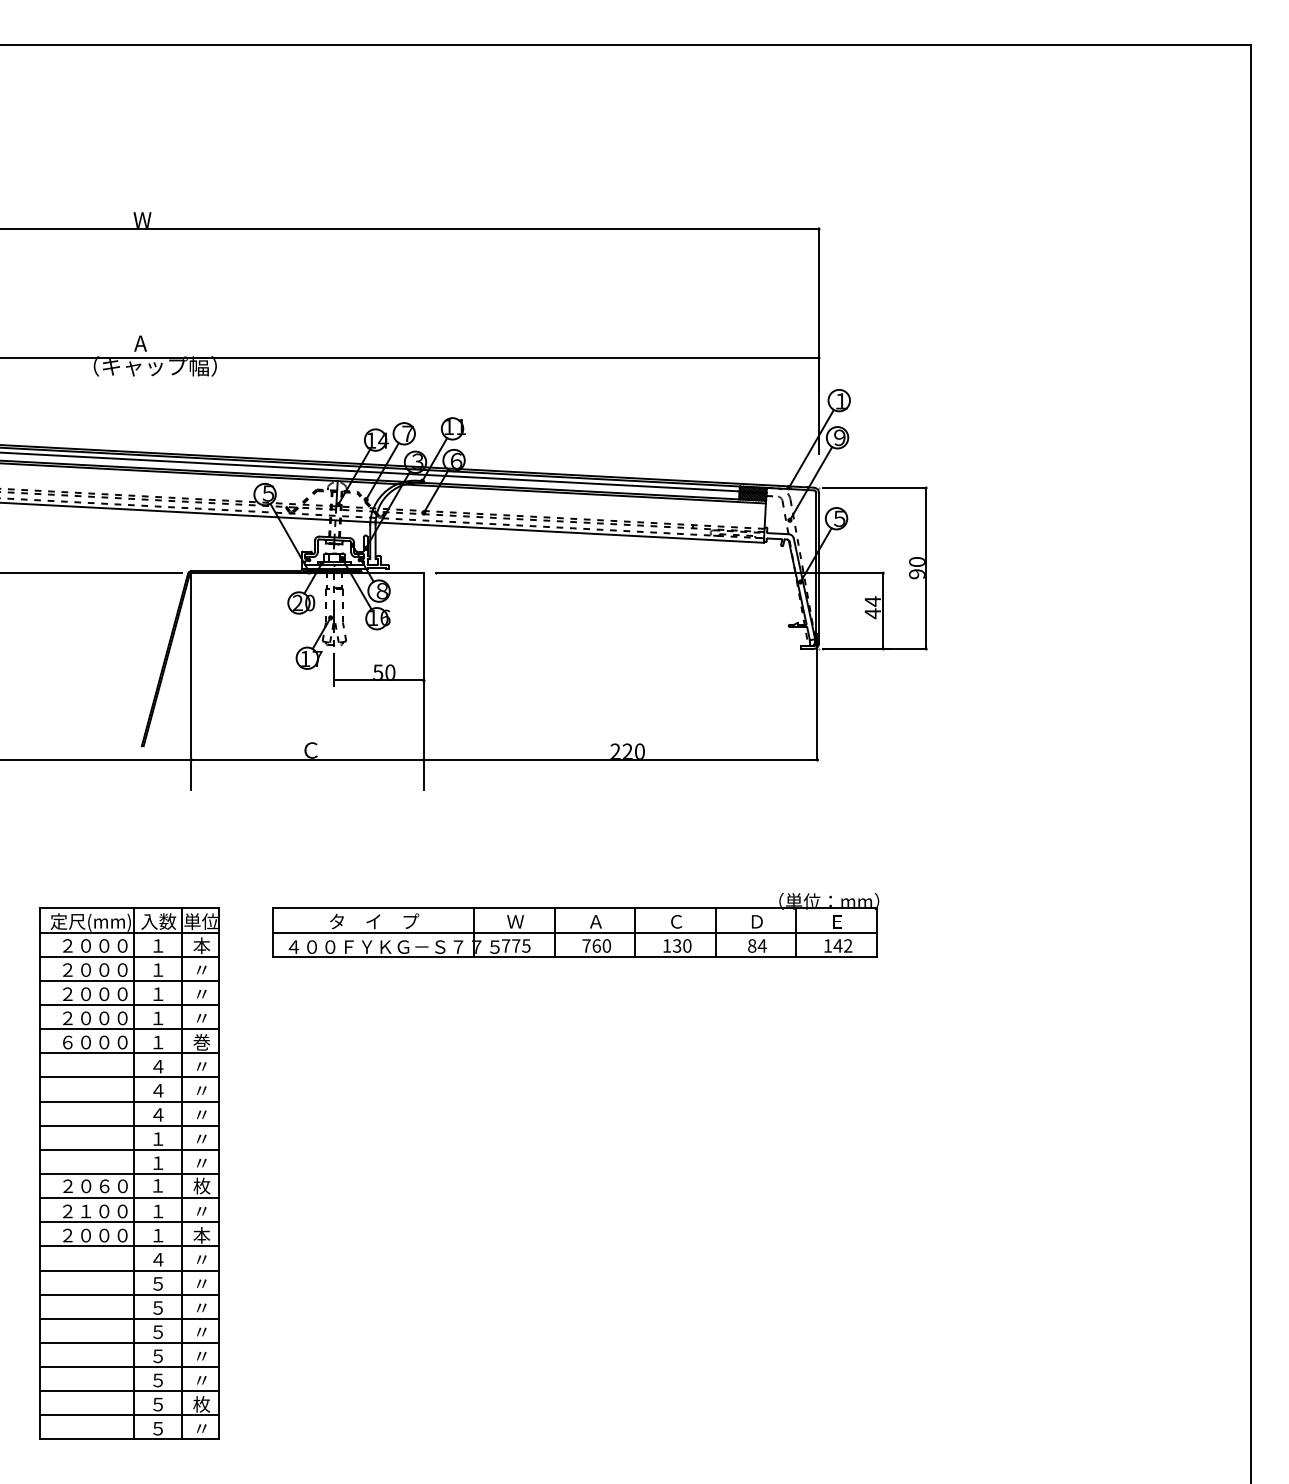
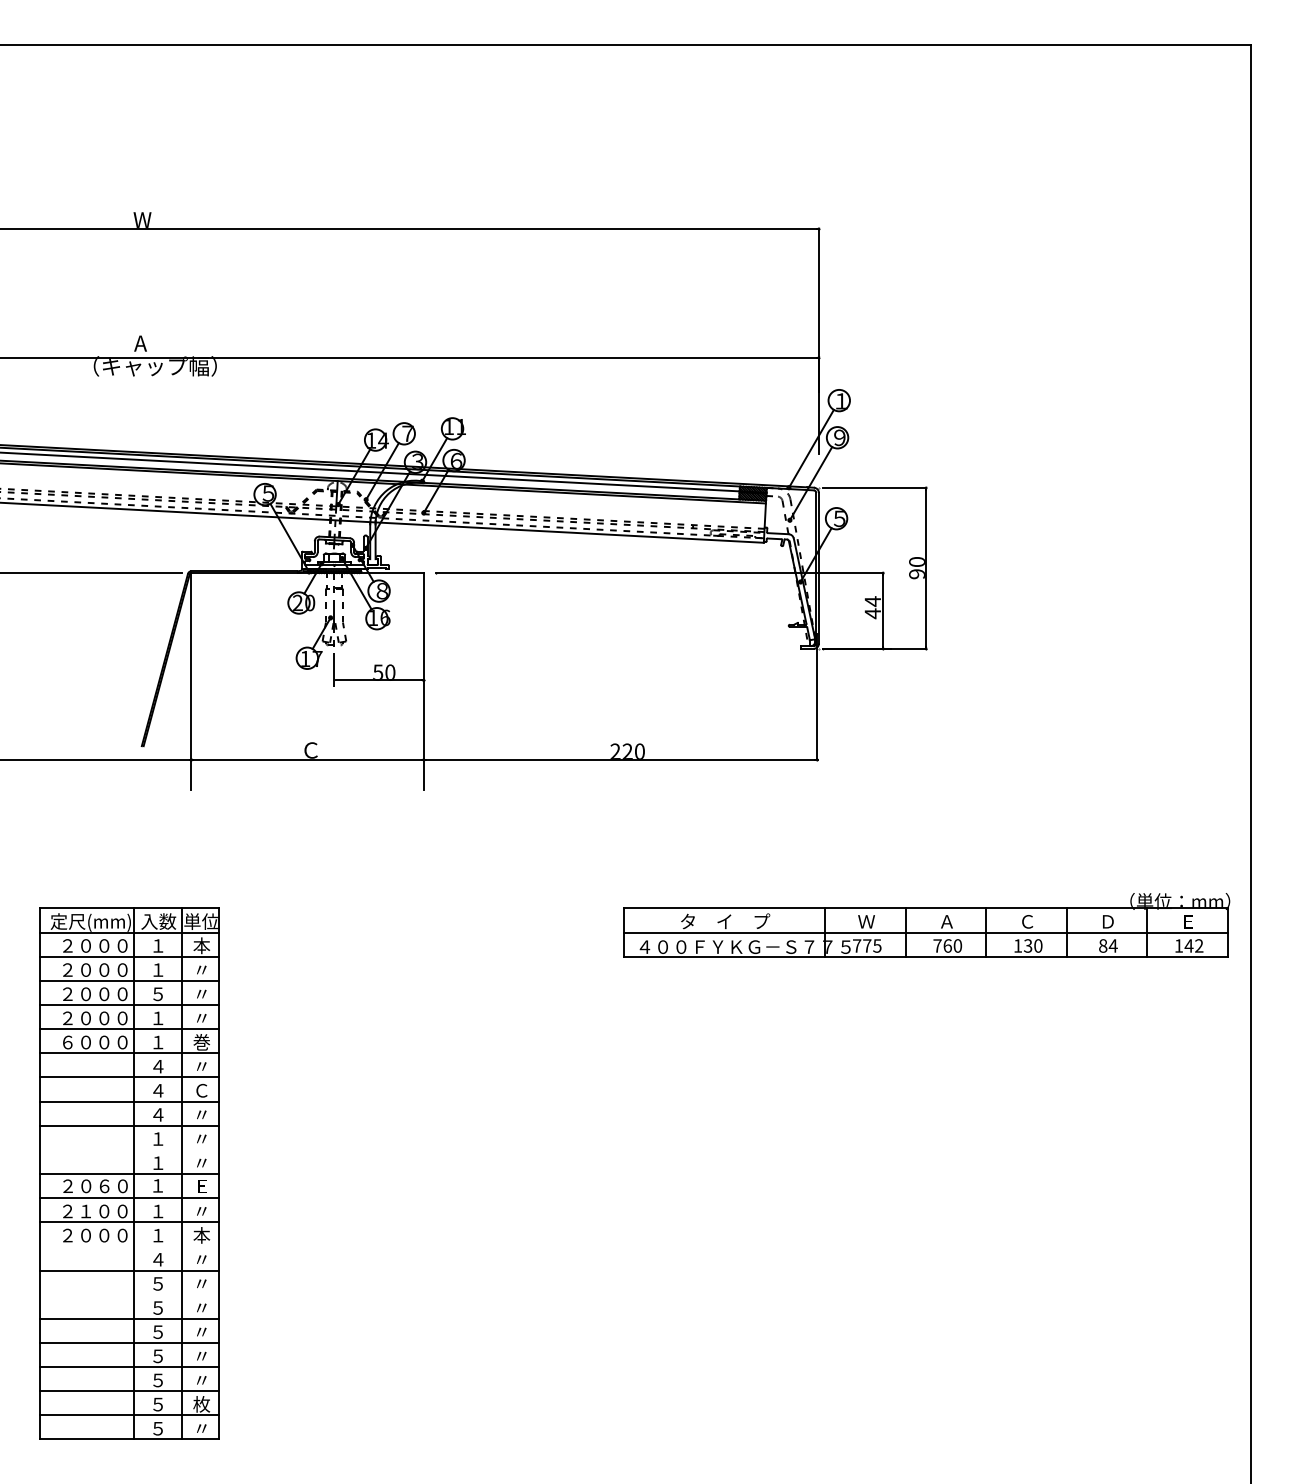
part at (575, 925) position: (575, 925) -> (926, 925)
text at (158, 994): １ -> ５
text at (201, 1090): 〃 -> Ｃ
line at (129, 1149): present -> none
text at (201, 1185): 枚 -> Ｅ
line at (129, 1246): present -> none
line at (129, 1294): present -> none
